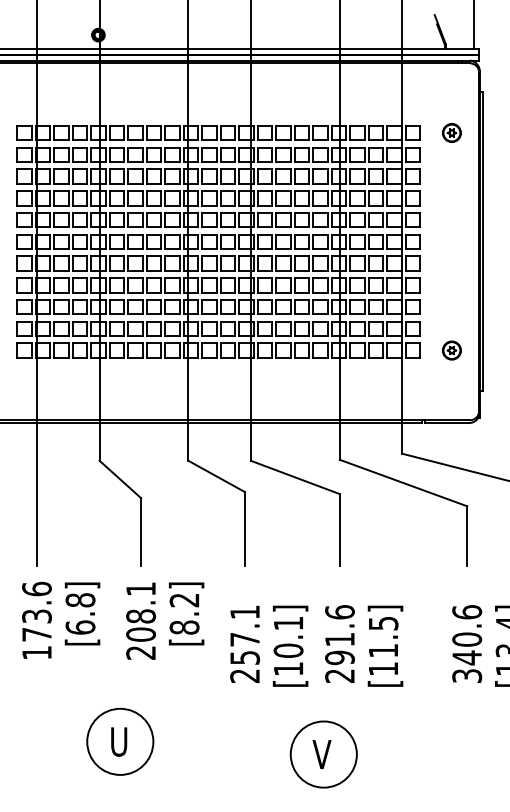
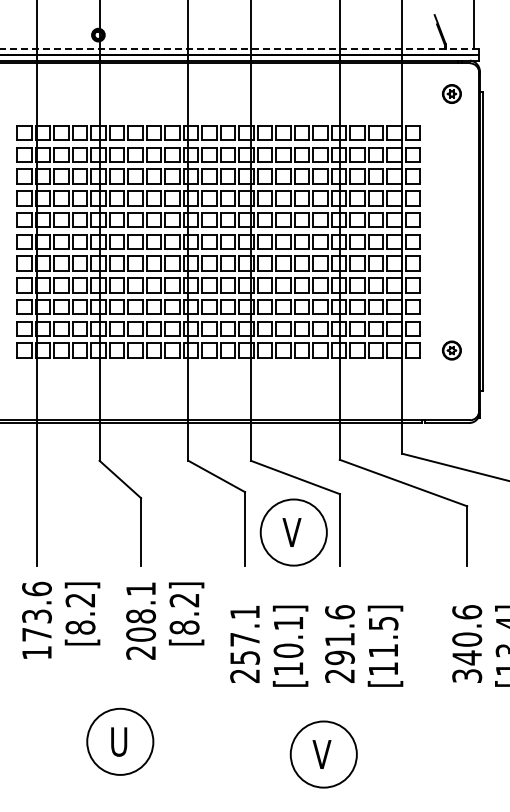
line at (239, 49): solid -> dashed
part at (451, 132) position: (451, 132) -> (451, 93)
part at (293, 532): none -> present
text at (80, 613): [6.8] -> [8.2]
